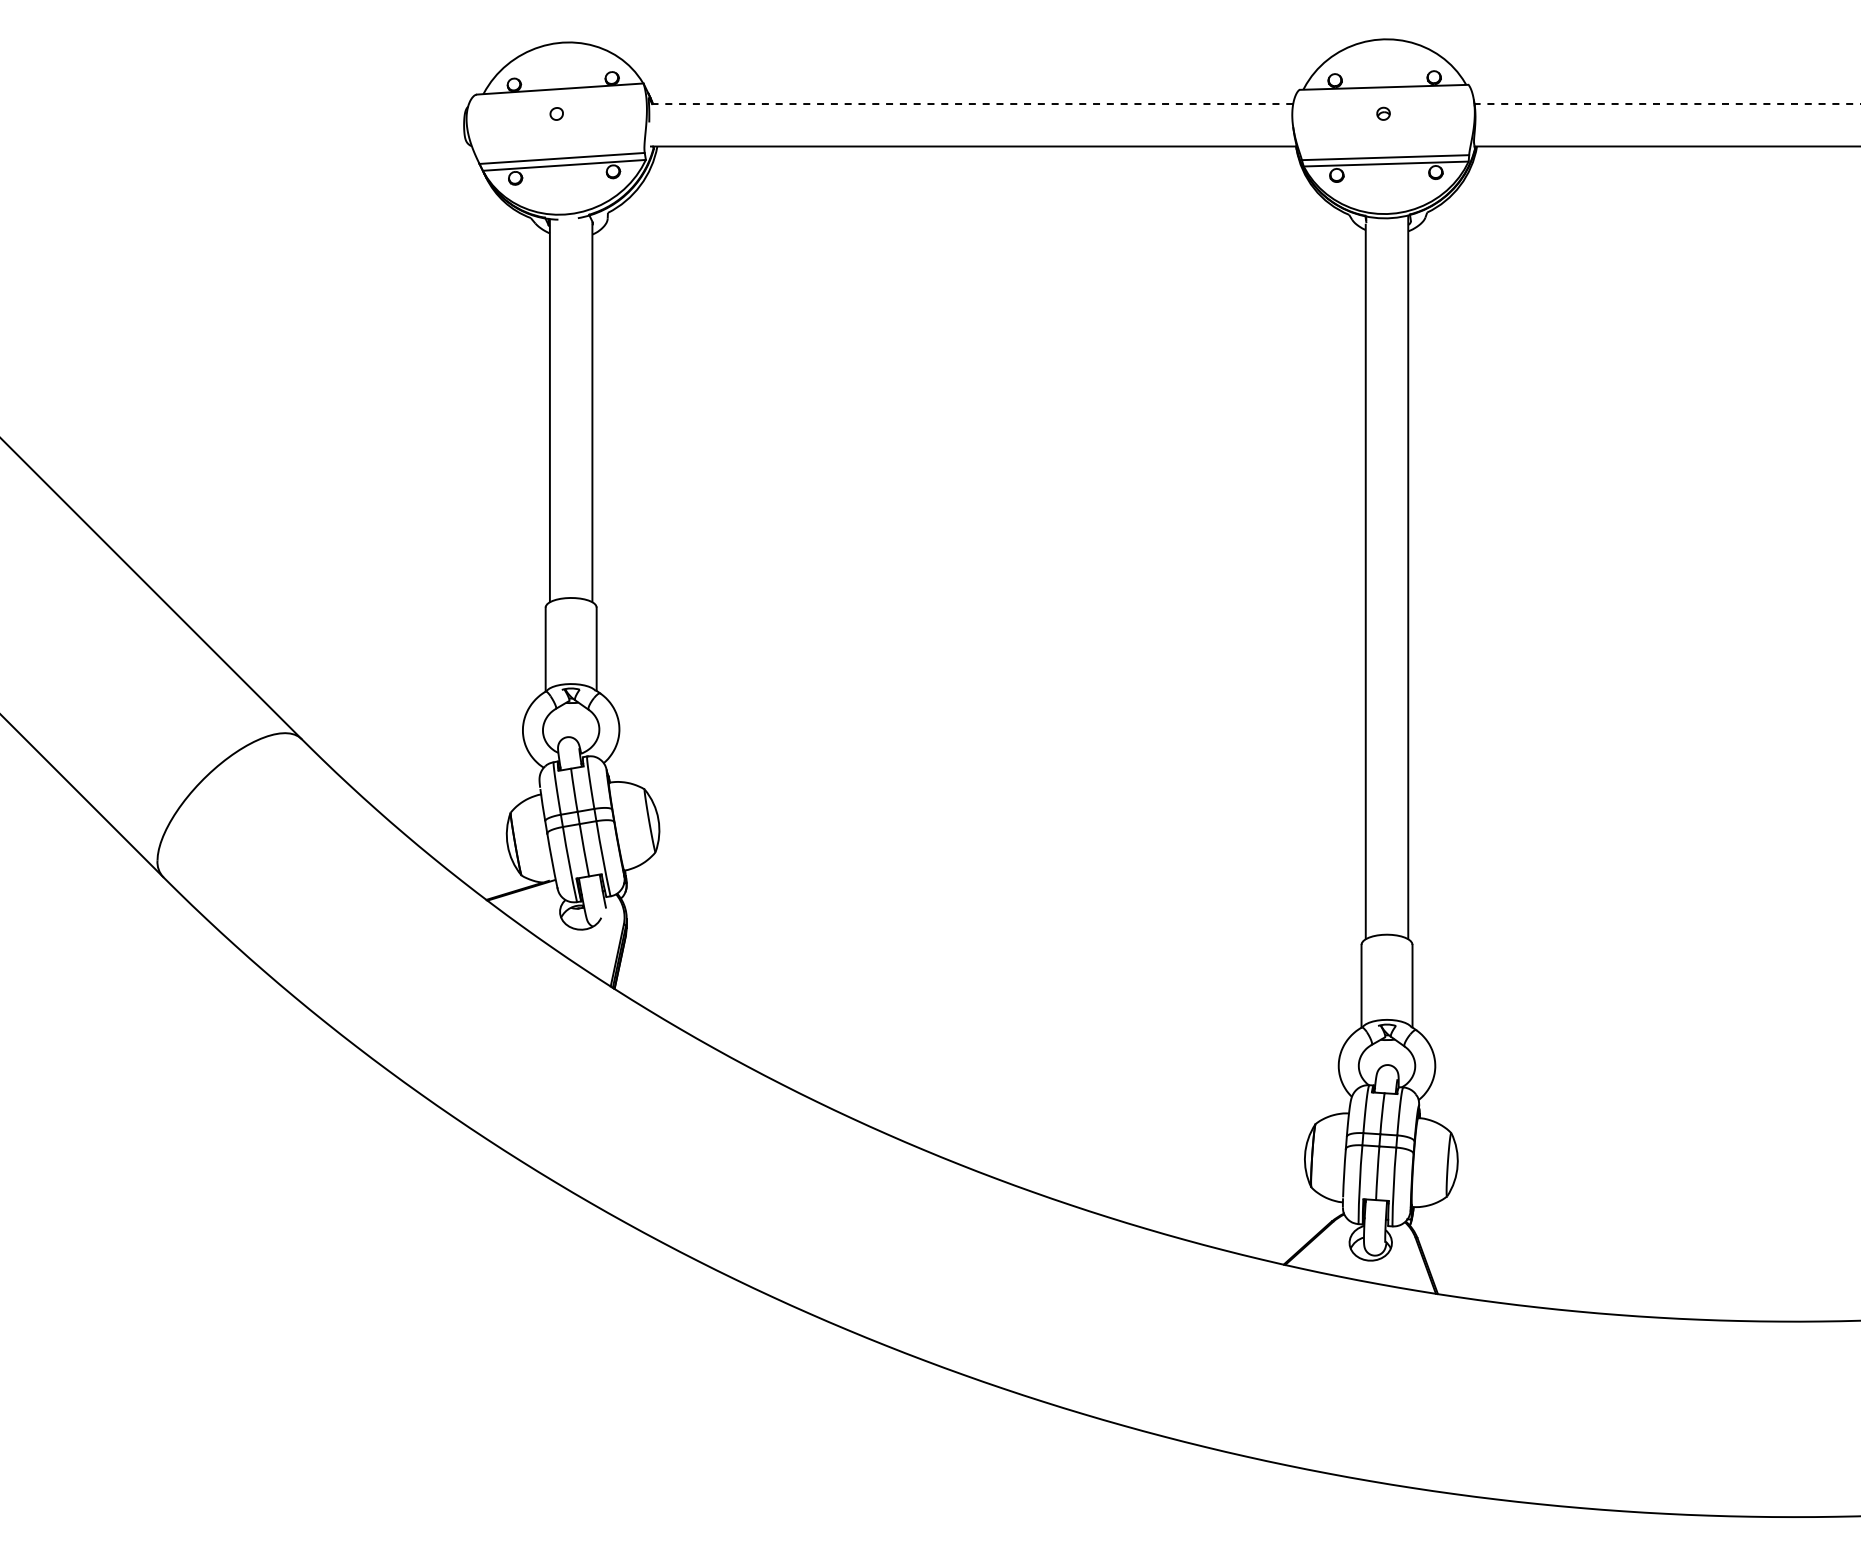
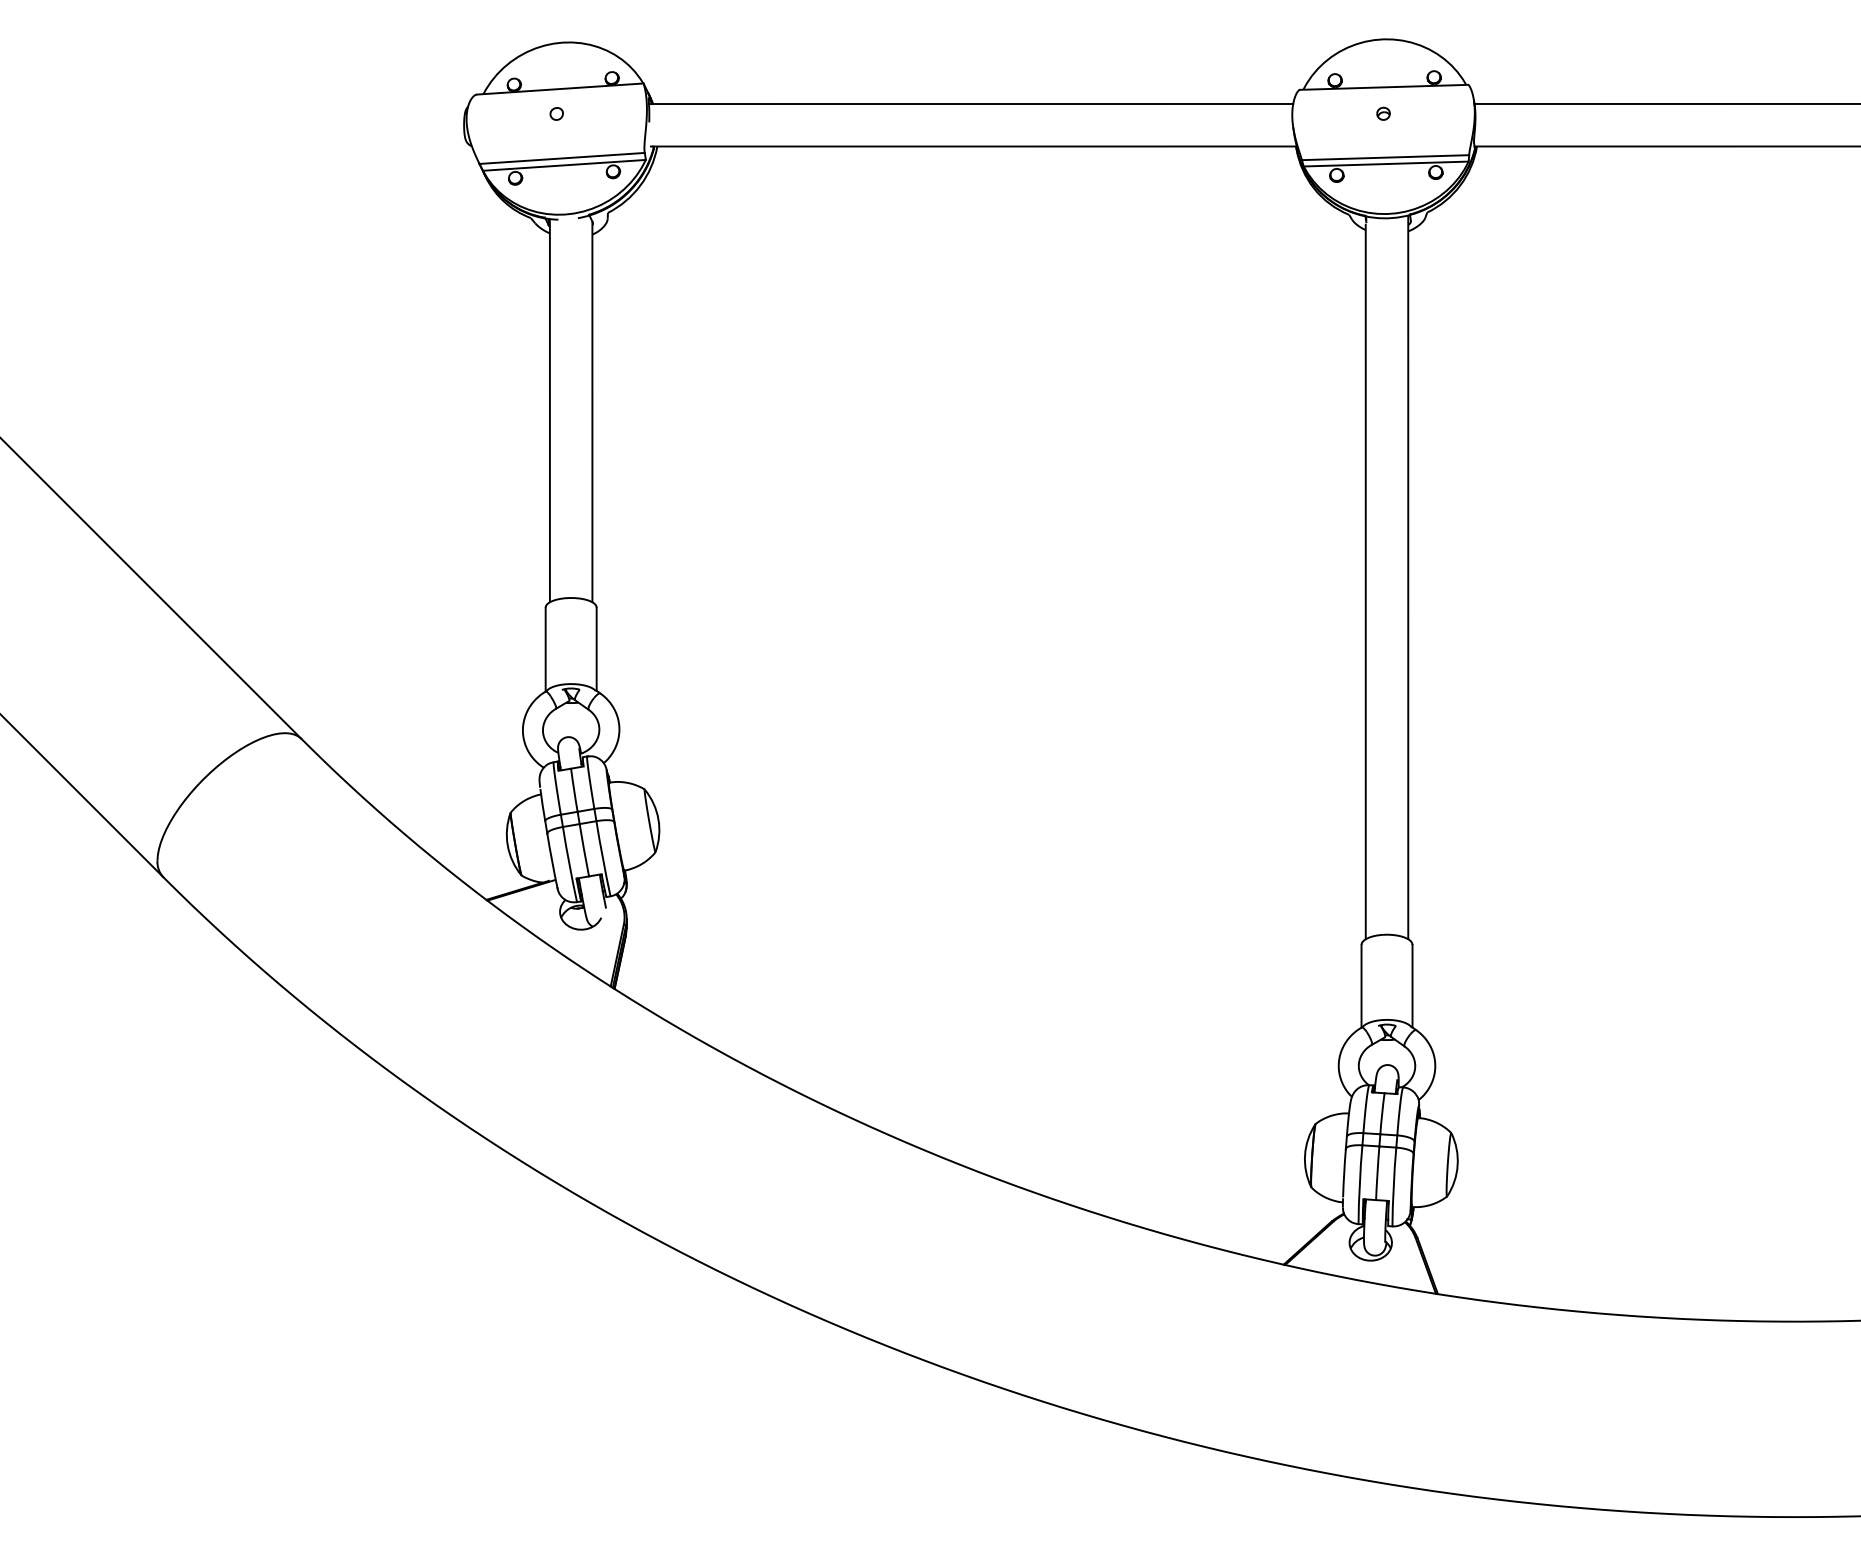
line at (1667, 103): dashed -> solid
line at (970, 104): dashed -> solid
